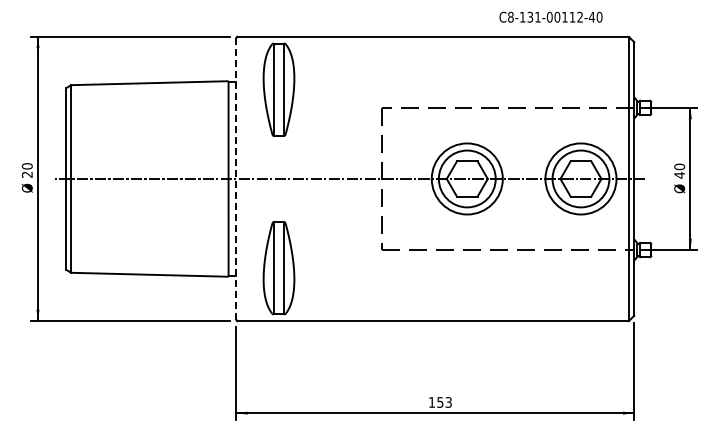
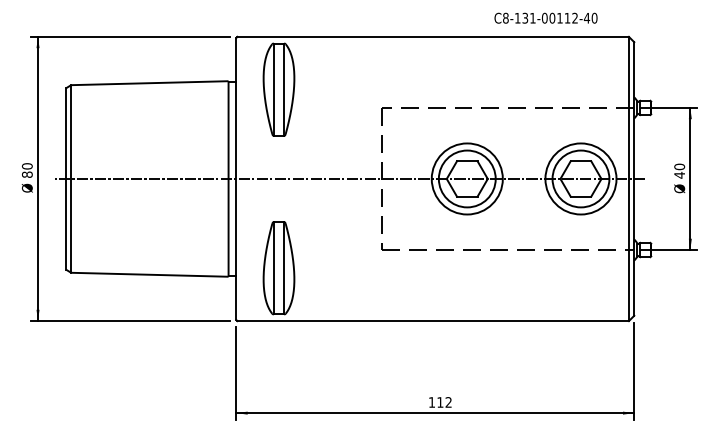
text at (550, 16) position: (550, 16) -> (545, 17)
text at (27, 174): 20 -> 80
line at (236, 178): dashed -> solid
text at (444, 402): 153 -> 112
